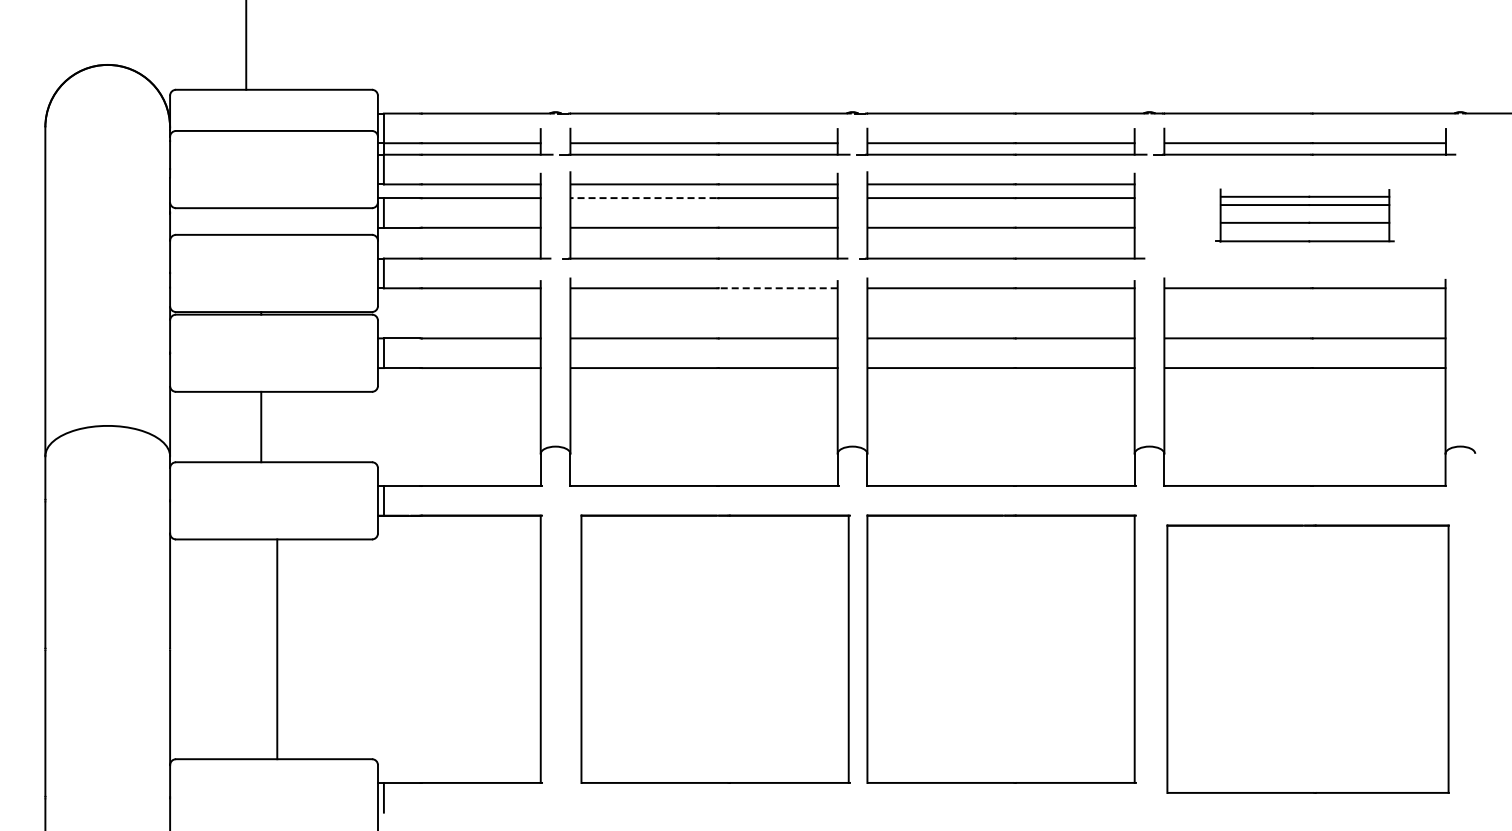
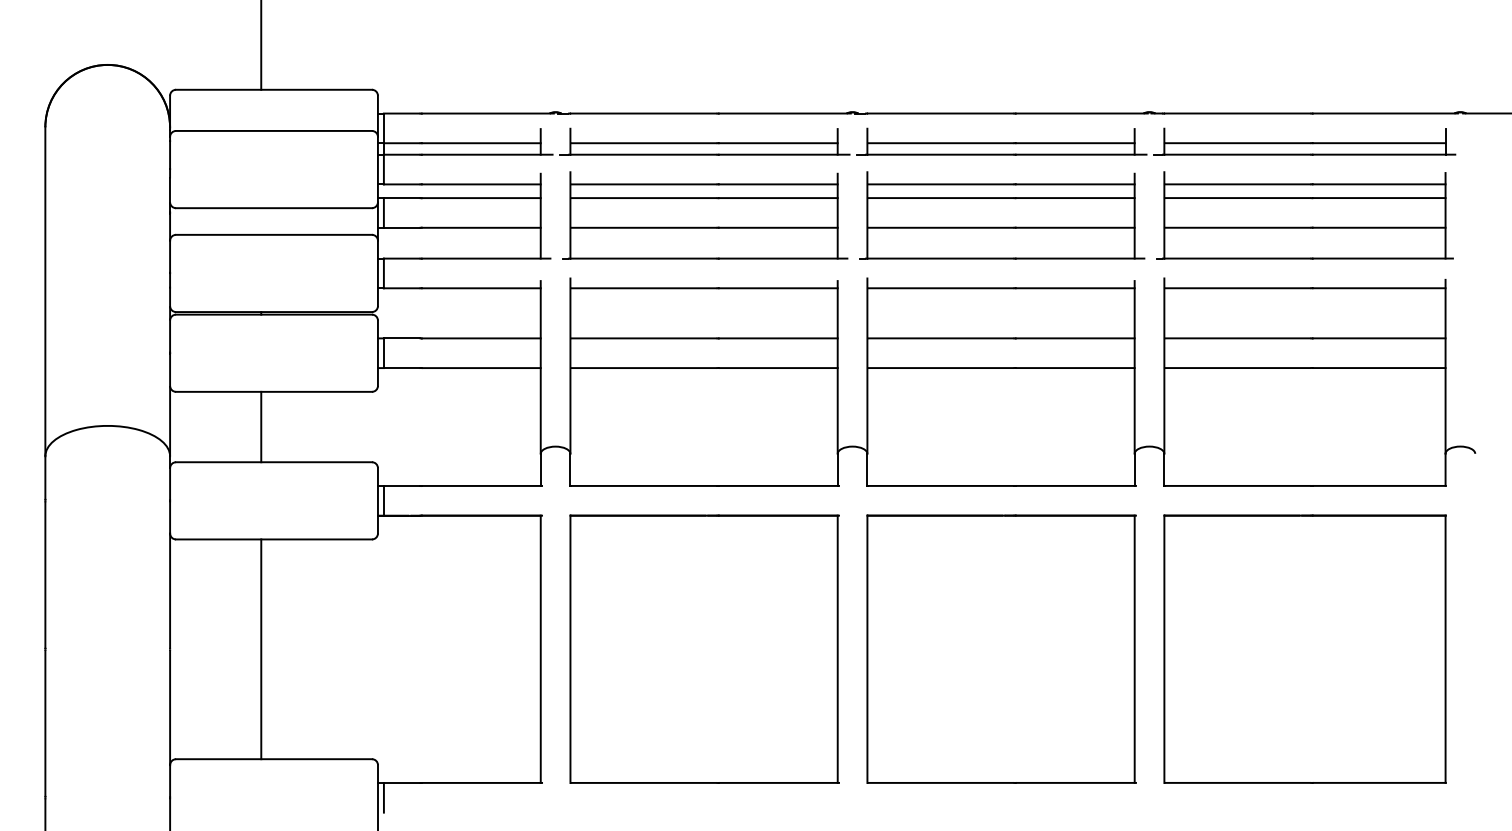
line at (246, 45) position: (246, 45) -> (261, 45)
line at (643, 198): dashed -> solid
part at (1304, 215) size: 180x55 px -> 298x89 px
line at (778, 288): dashed -> solid
part at (715, 648) position: (715, 648) -> (704, 648)
line at (277, 649) position: (277, 649) -> (261, 649)
part at (1307, 658) position: (1307, 658) -> (1304, 648)
